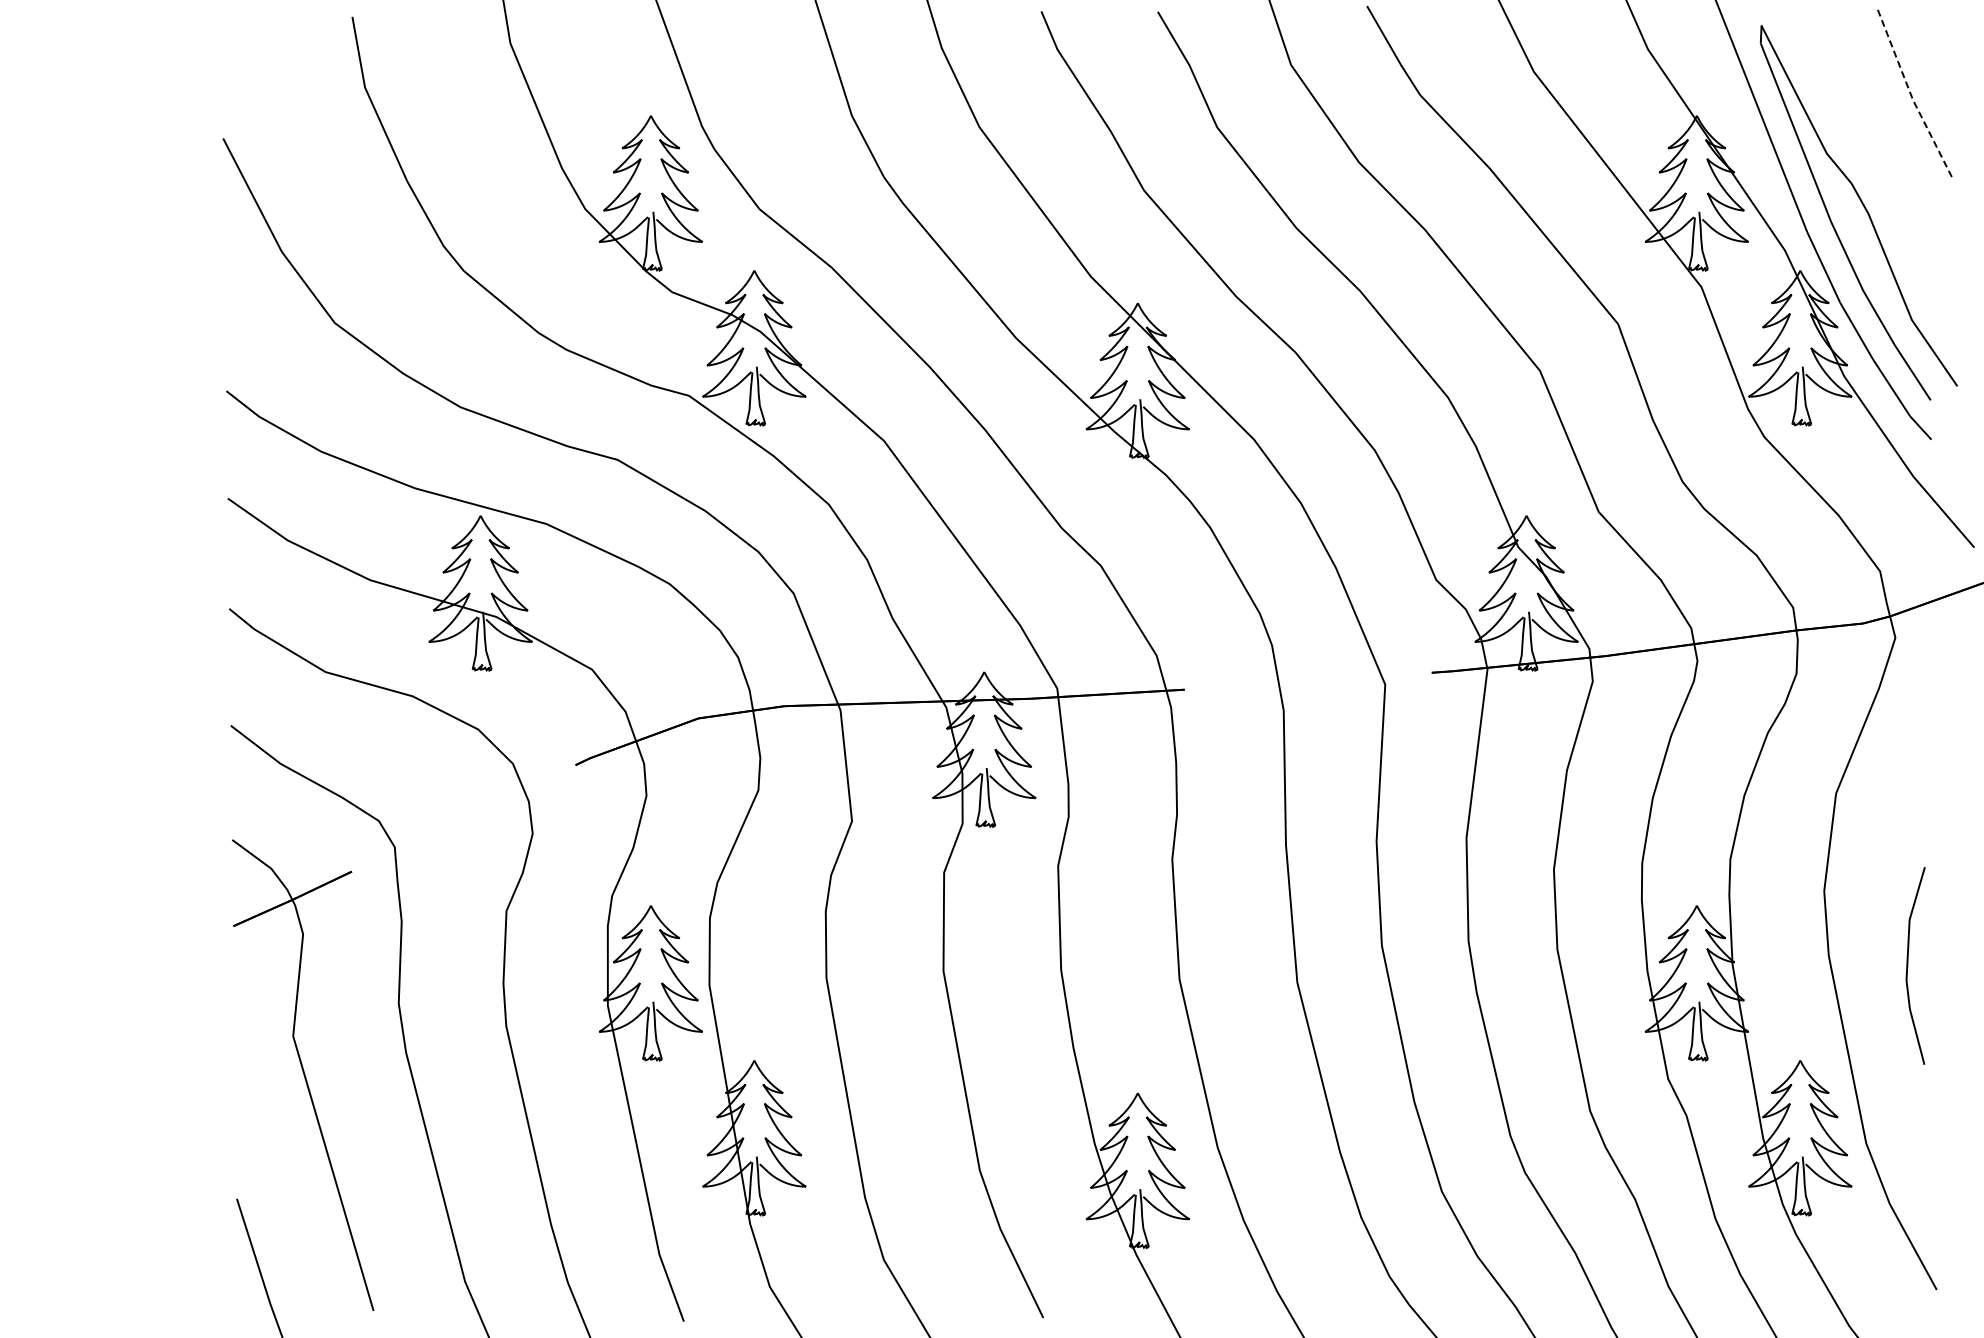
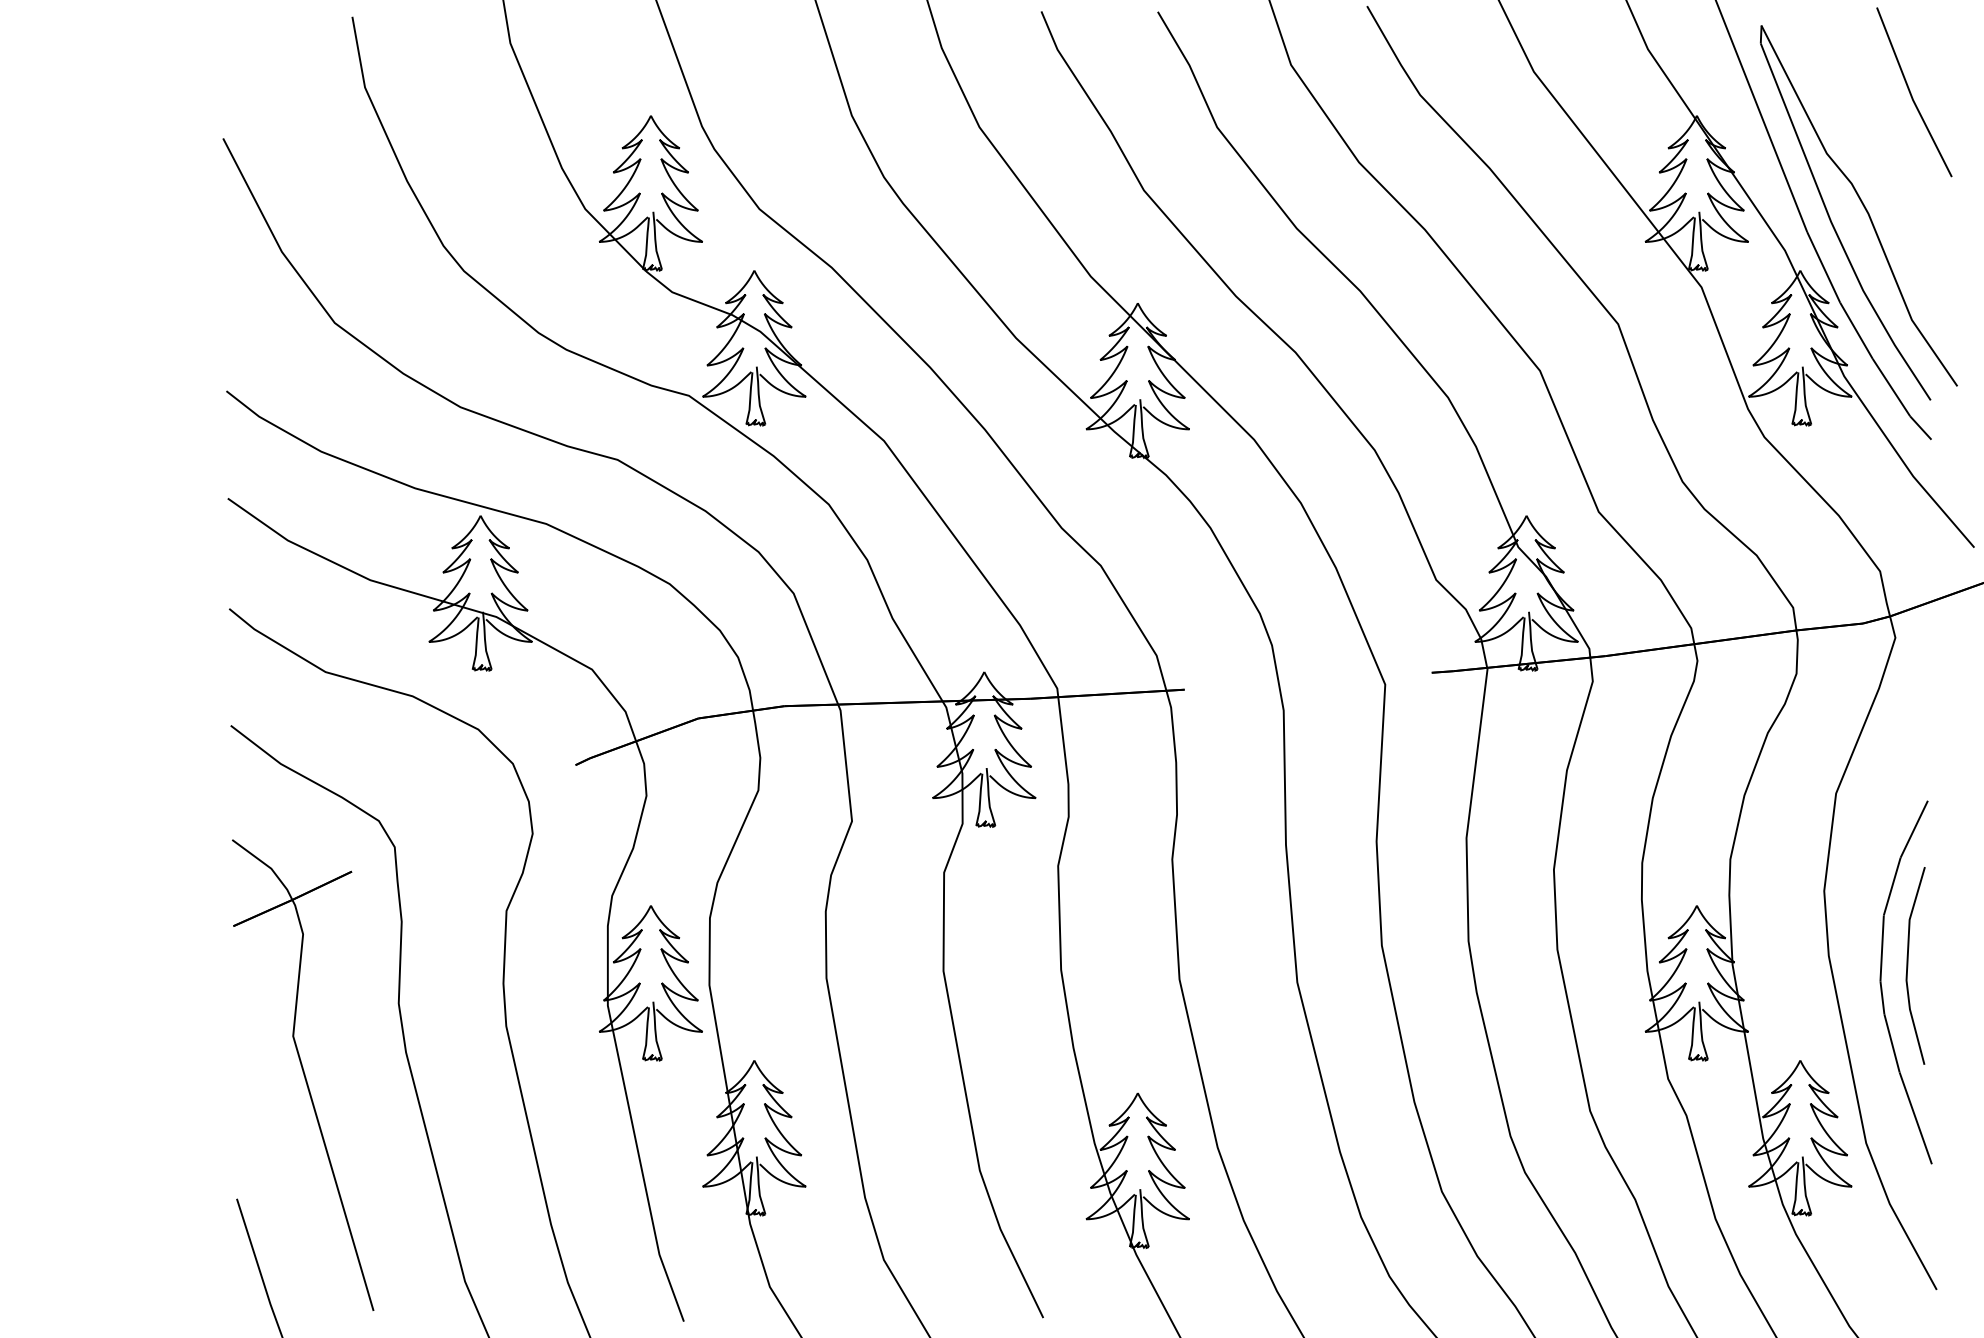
line at (1910, 94): dashed -> solid
curve at (1882, 987): none -> present
